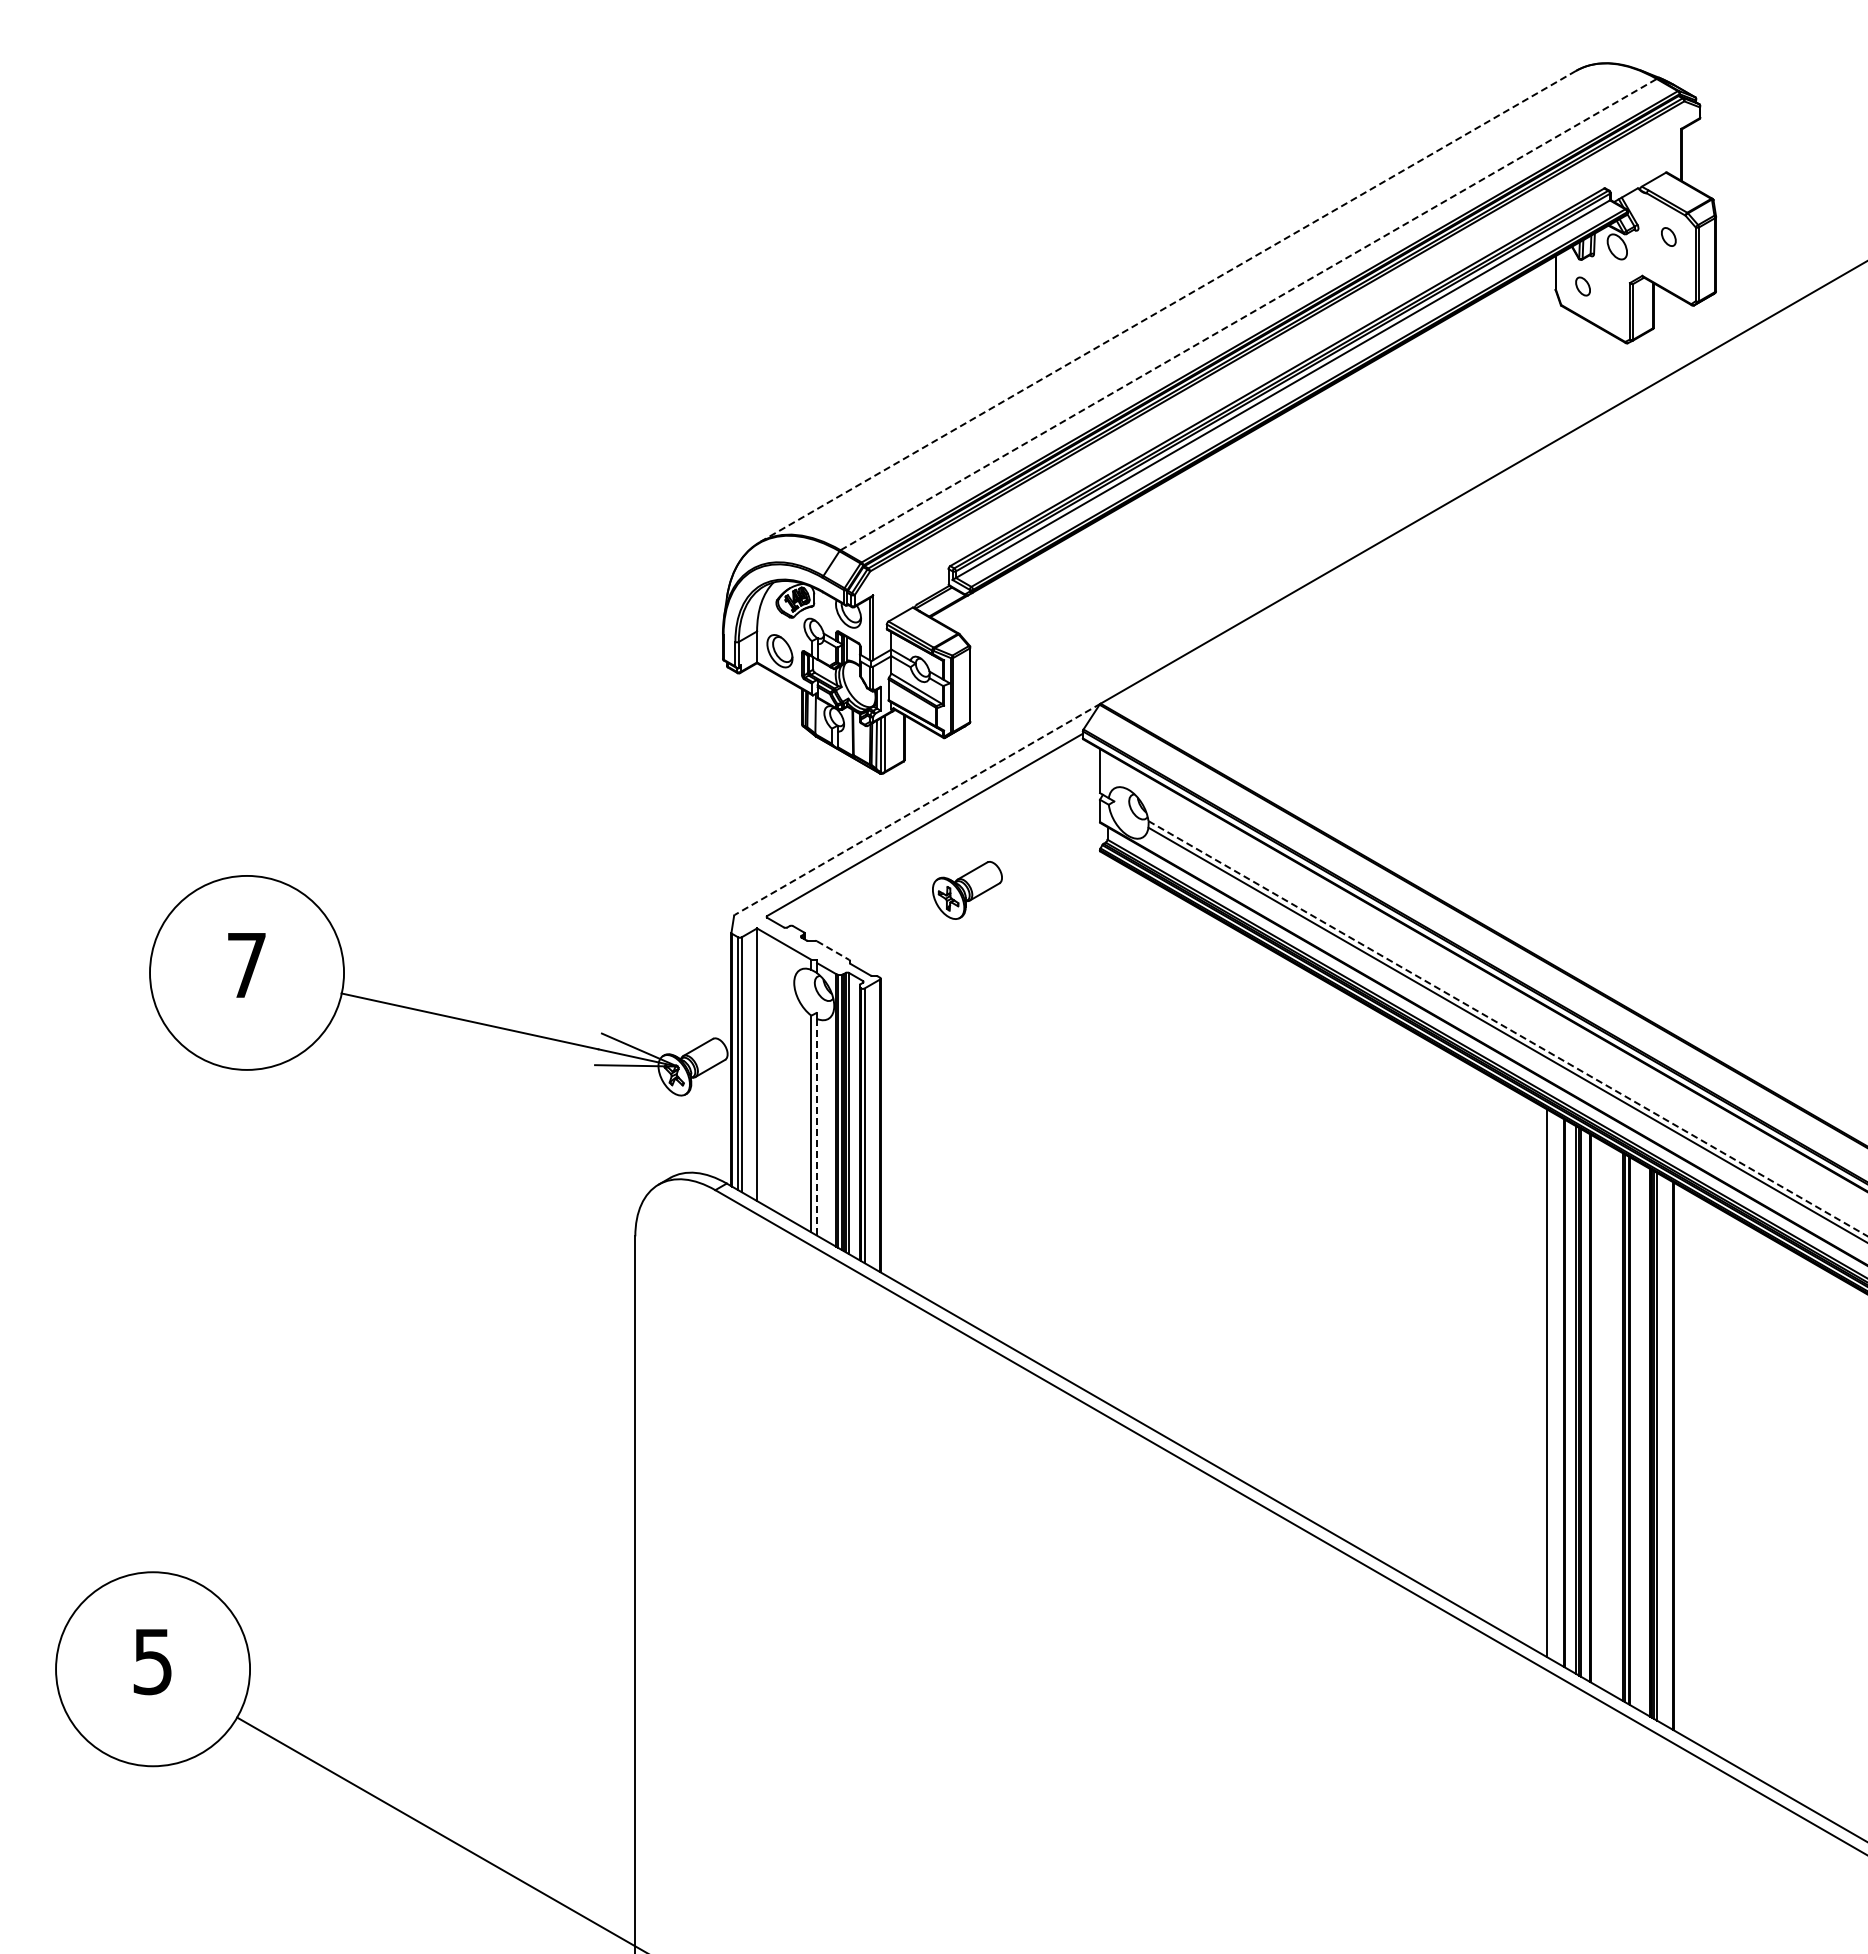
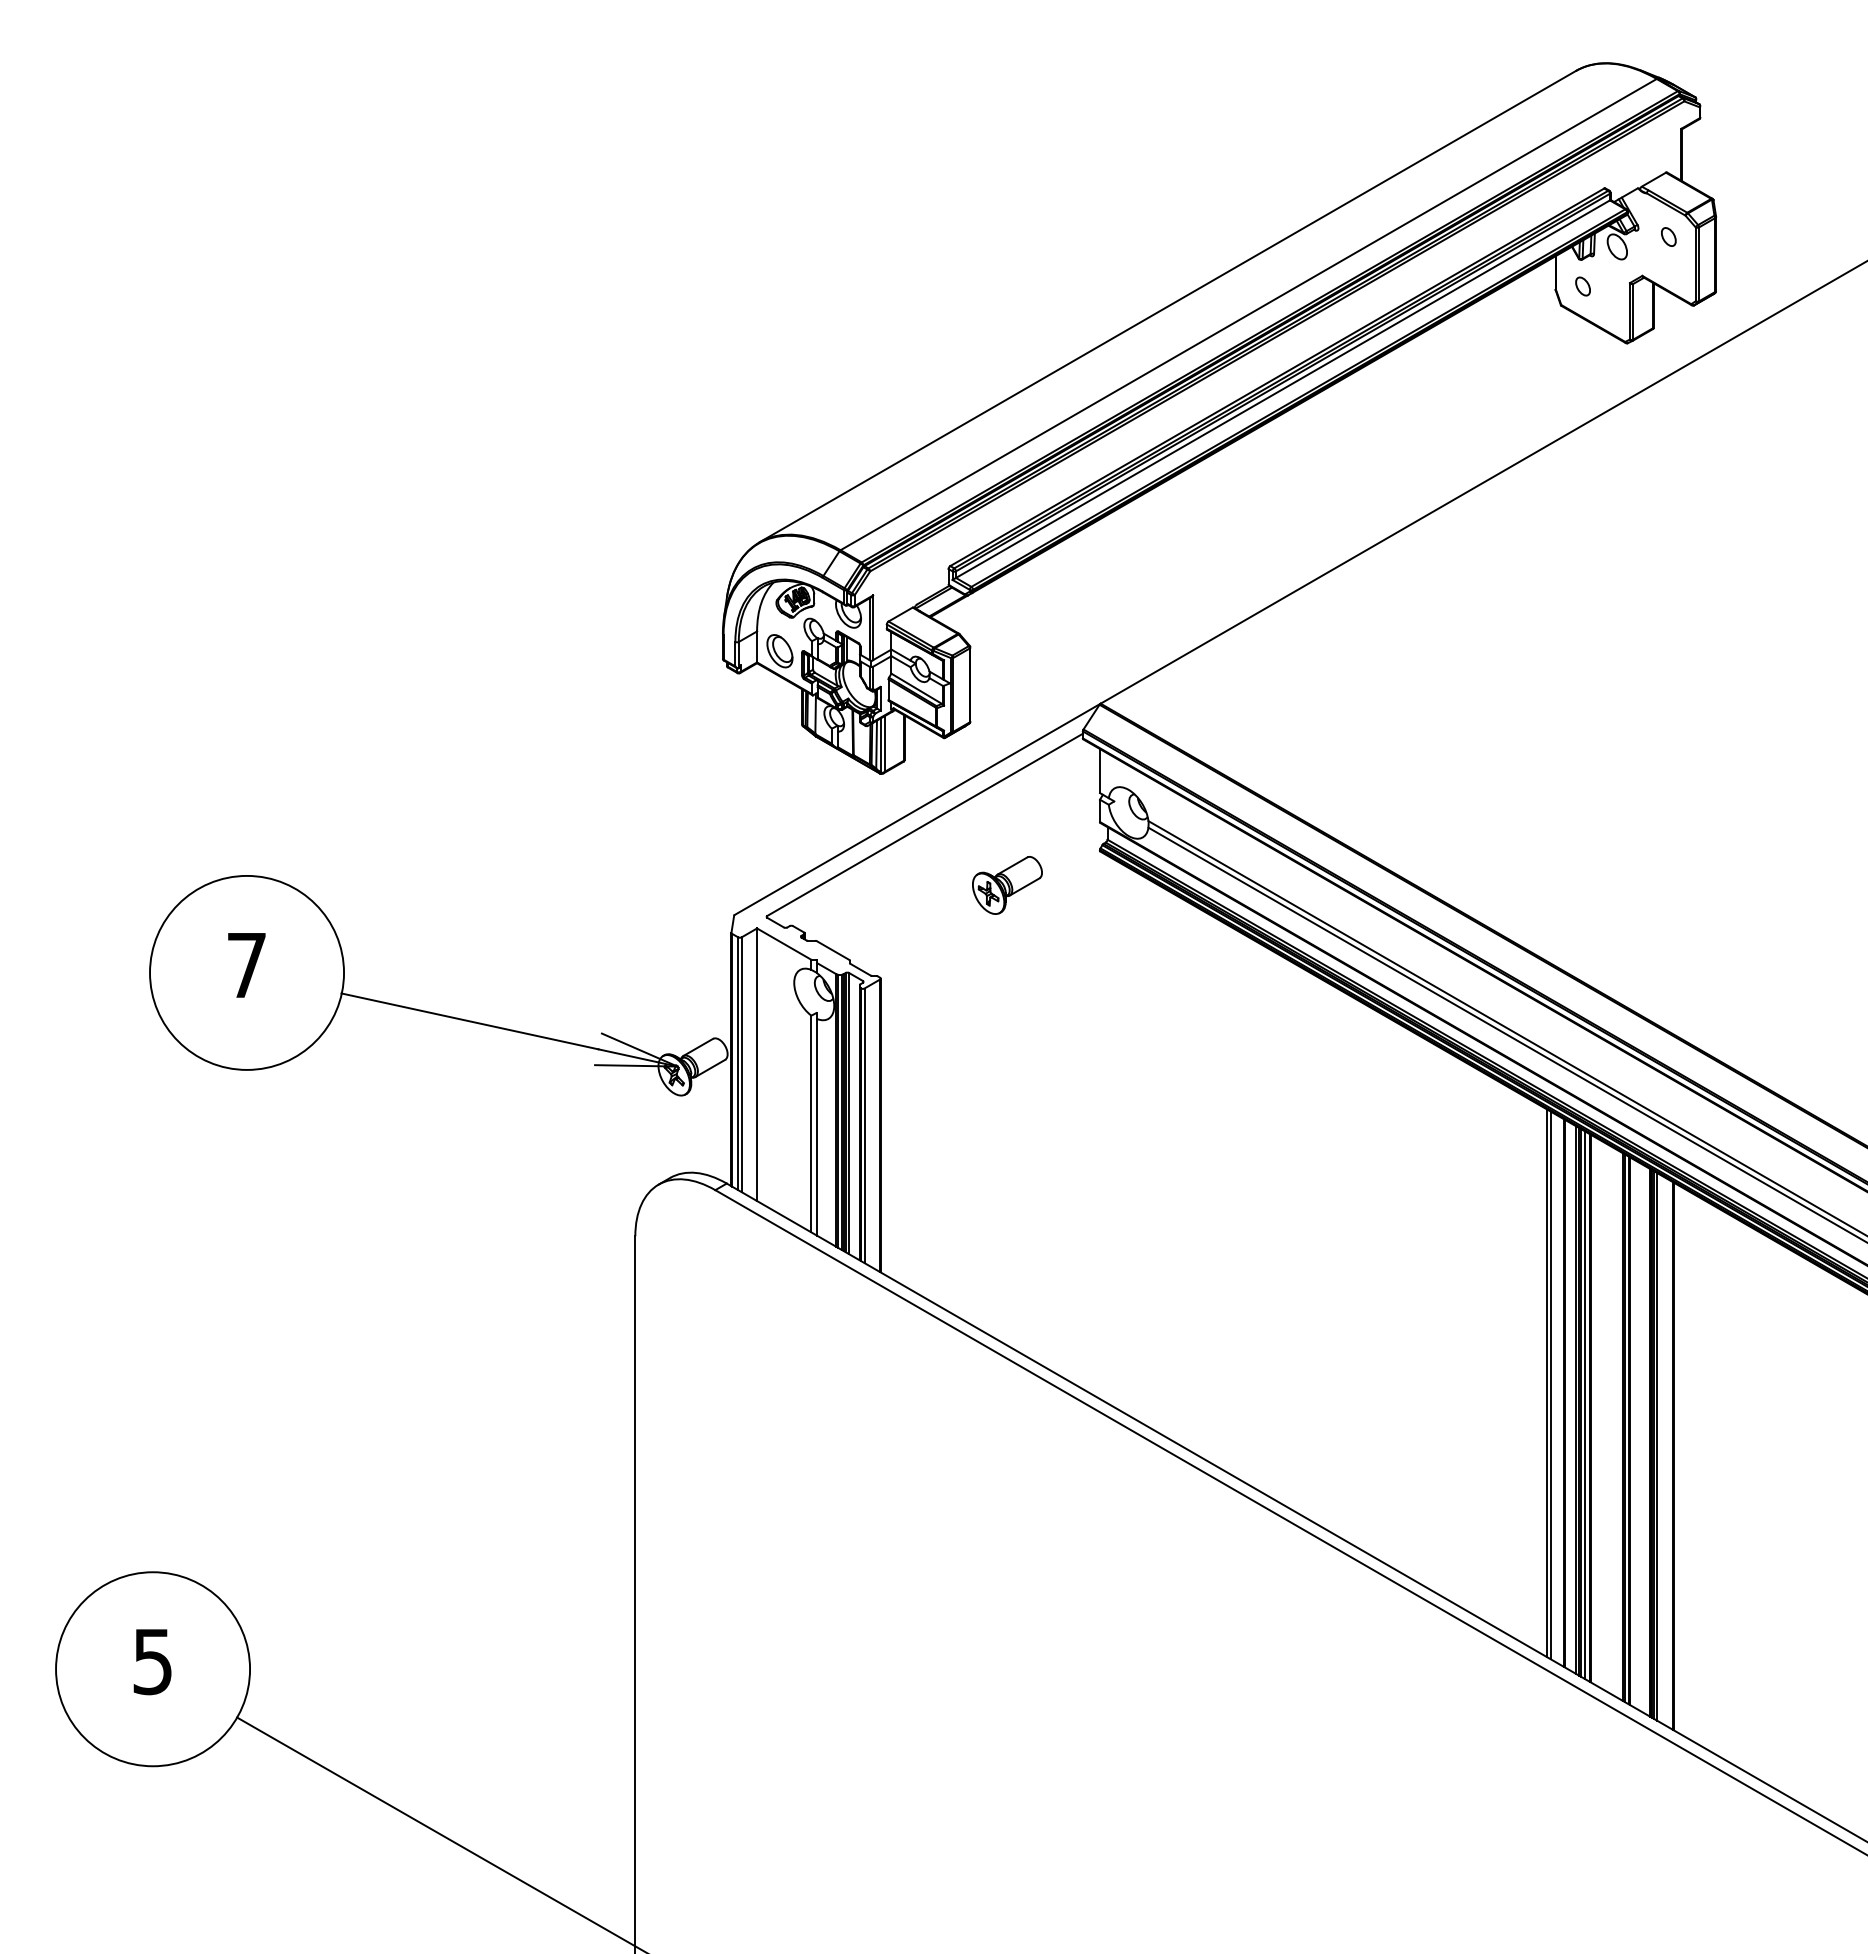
line at (1167, 306): dashed -> solid
line at (1249, 314): dashed -> solid
line at (917, 809): dashed -> solid
part at (967, 890) position: (967, 890) -> (1007, 885)
line at (833, 950): dashed -> solid
line at (1508, 1028): dashed -> solid
line at (817, 1127): dashed -> solid
line at (1550, 1385): none -> present
line at (1584, 1404): none -> present
